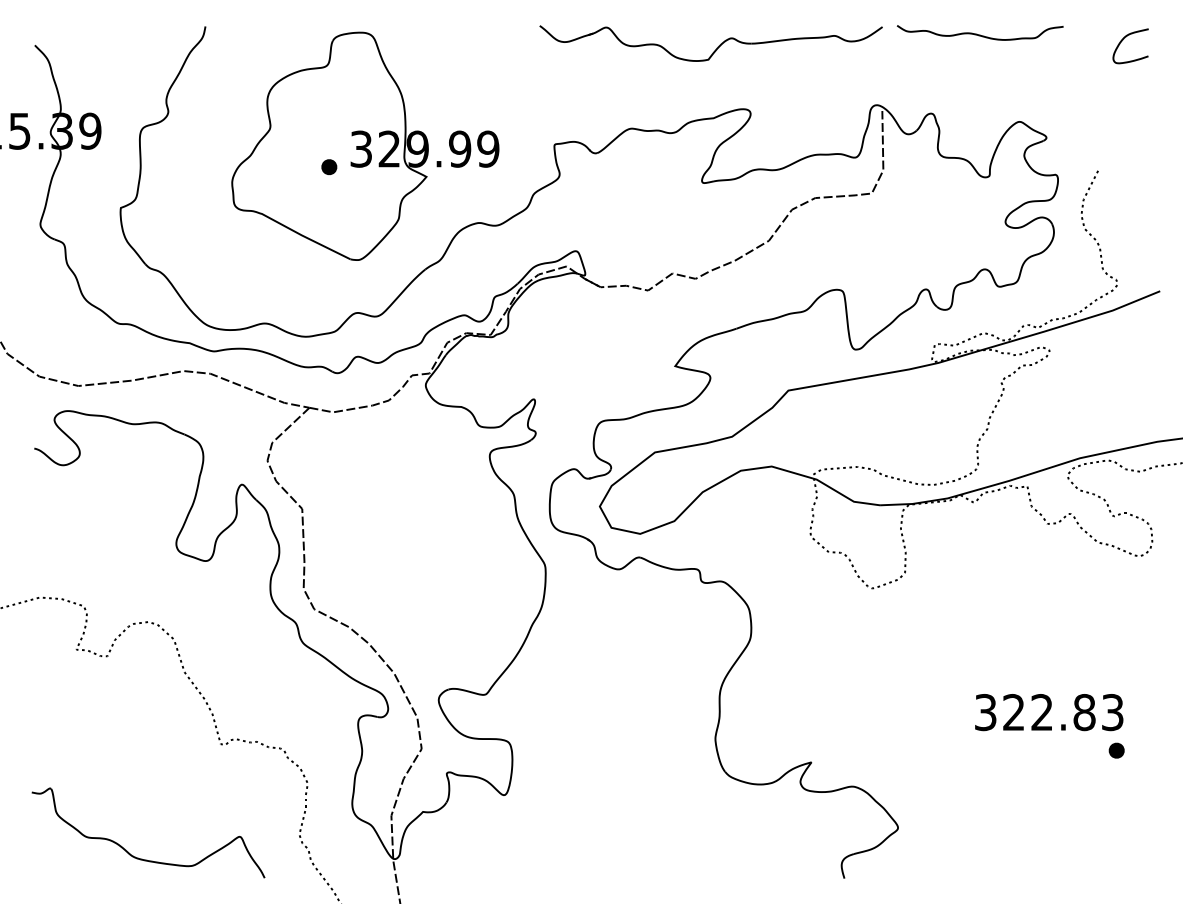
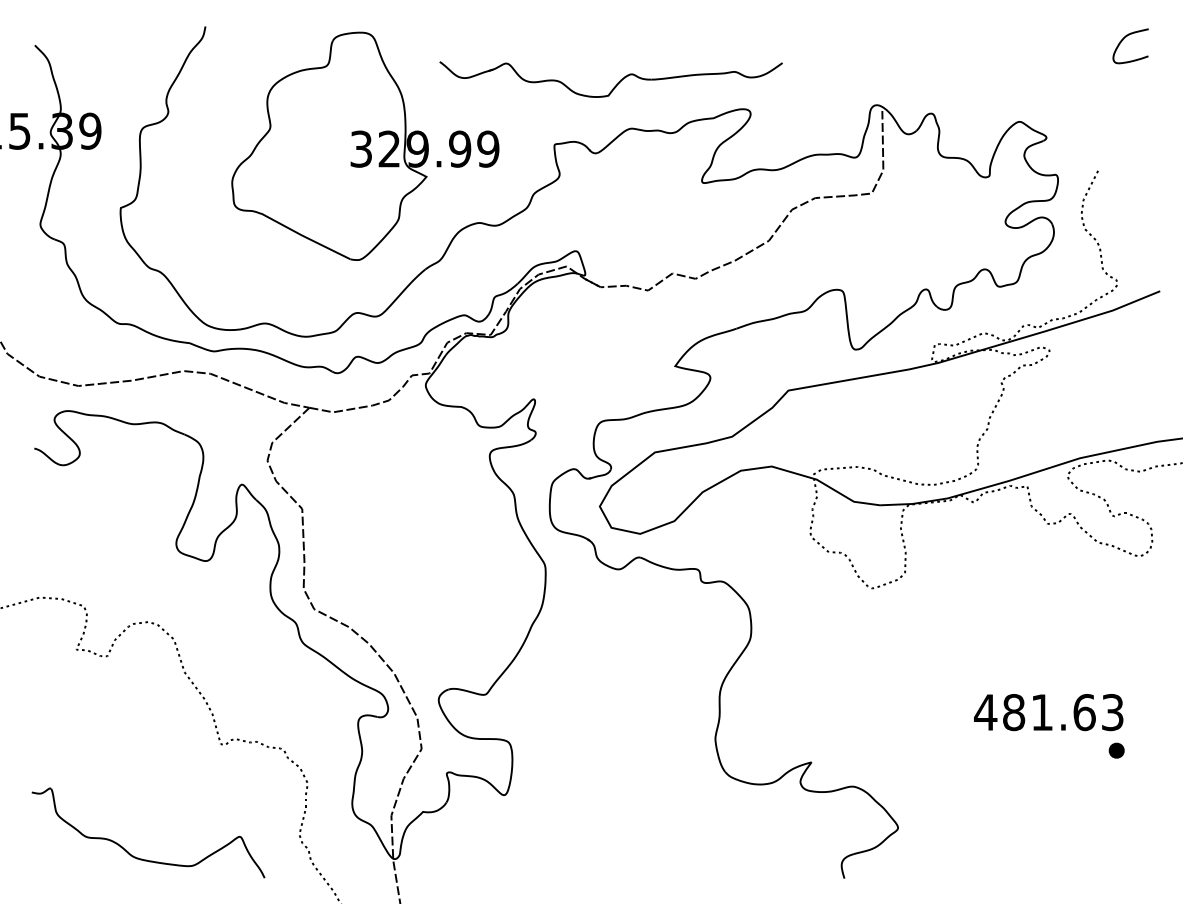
curve at (979, 34): present -> none
part at (716, 48) position: (716, 48) -> (616, 84)
part at (329, 166): present -> none
text at (1034, 712): 322.83 -> 481.63
